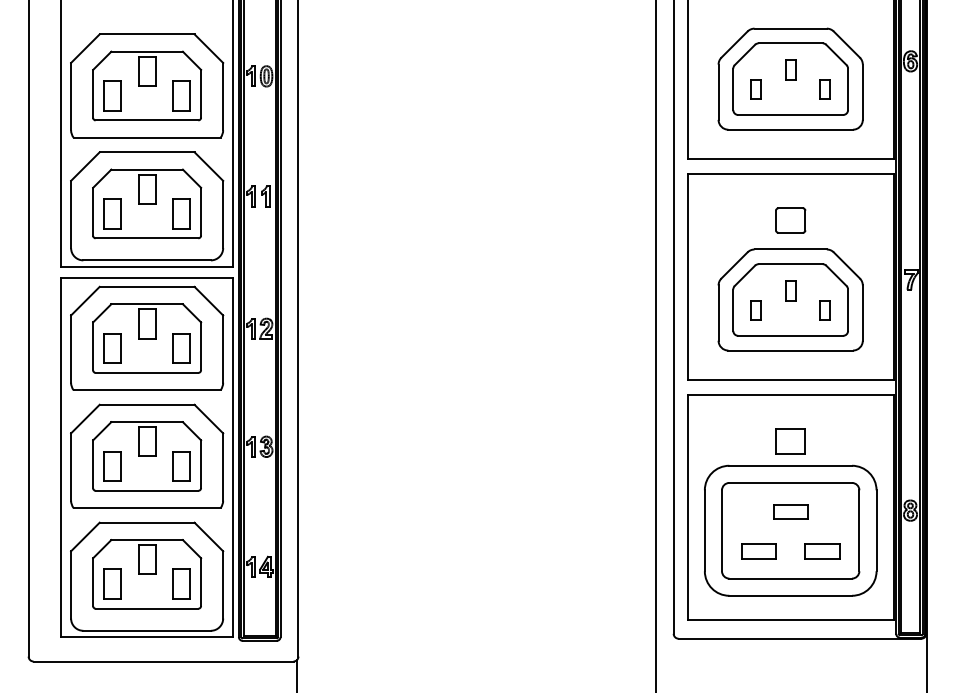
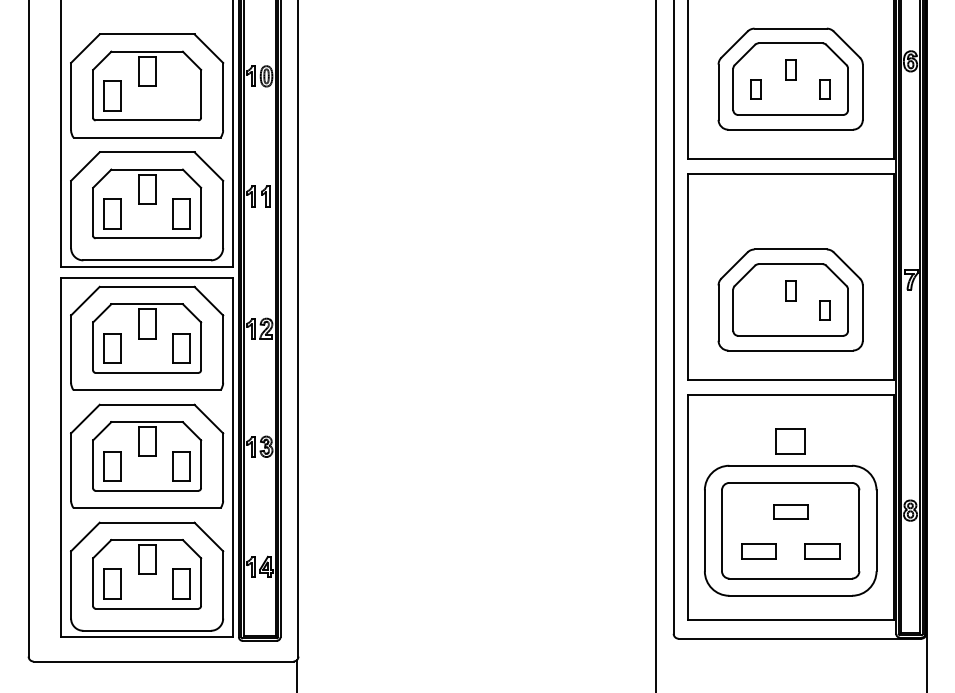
part at (181, 95): present -> none
part at (790, 220): present -> none
part at (755, 310): present -> none
